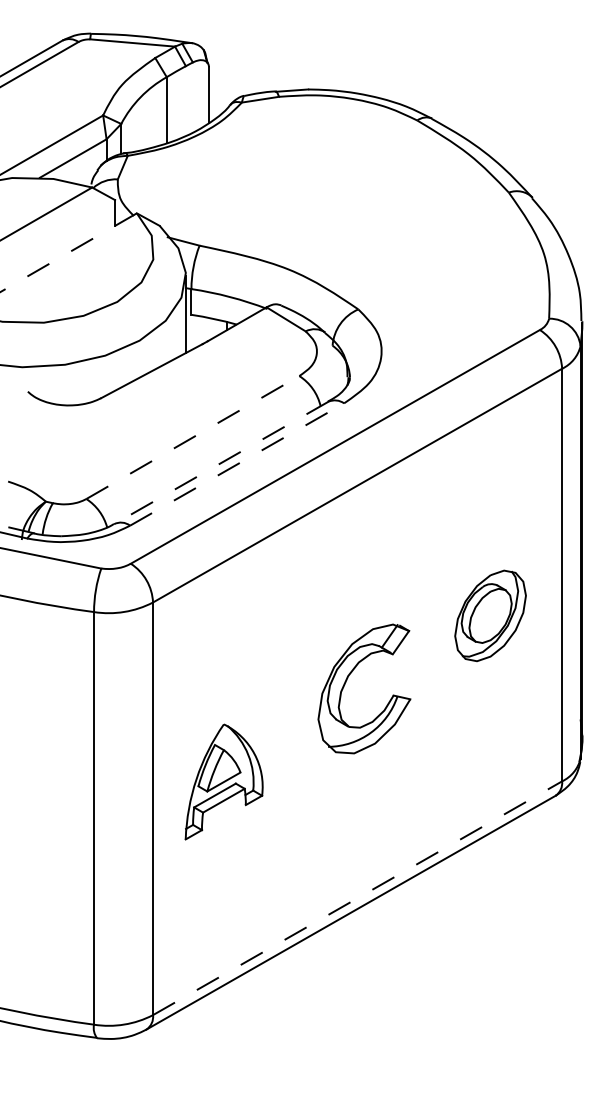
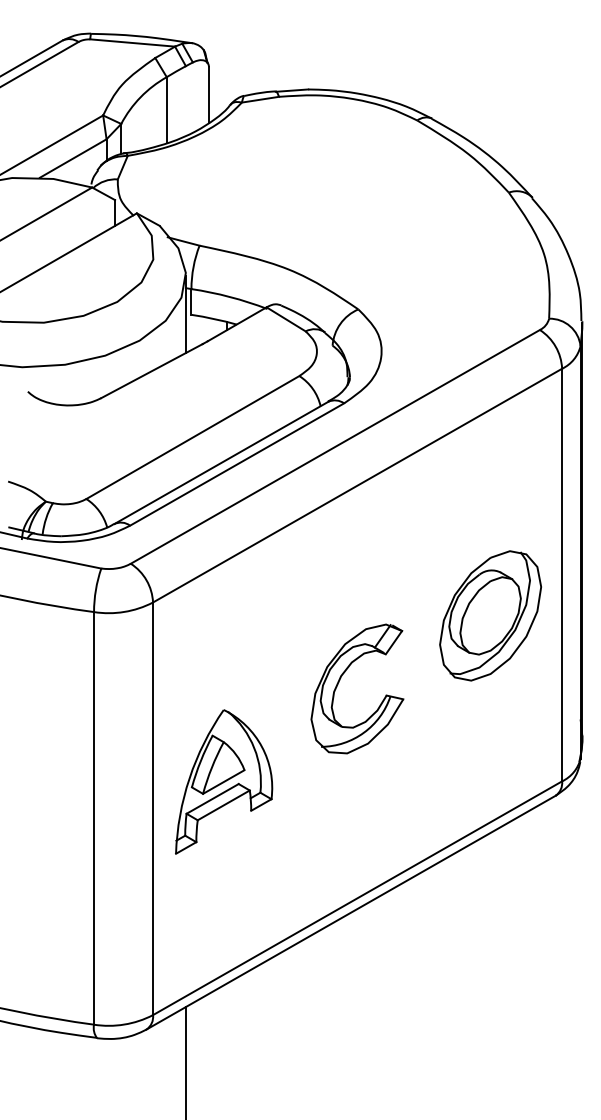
line at (68, 252): dashed -> solid
line at (192, 437): dashed -> solid
line at (221, 463): dashed -> solid
line at (237, 464): dashed -> solid
part at (490, 615) size: 73x94 px -> 103x132 px
part at (347, 680) position: (347, 680) -> (340, 680)
part at (223, 781) size: 80x118 px -> 99x146 px
line at (357, 898): dashed -> solid
line at (185, 1061): none -> present
